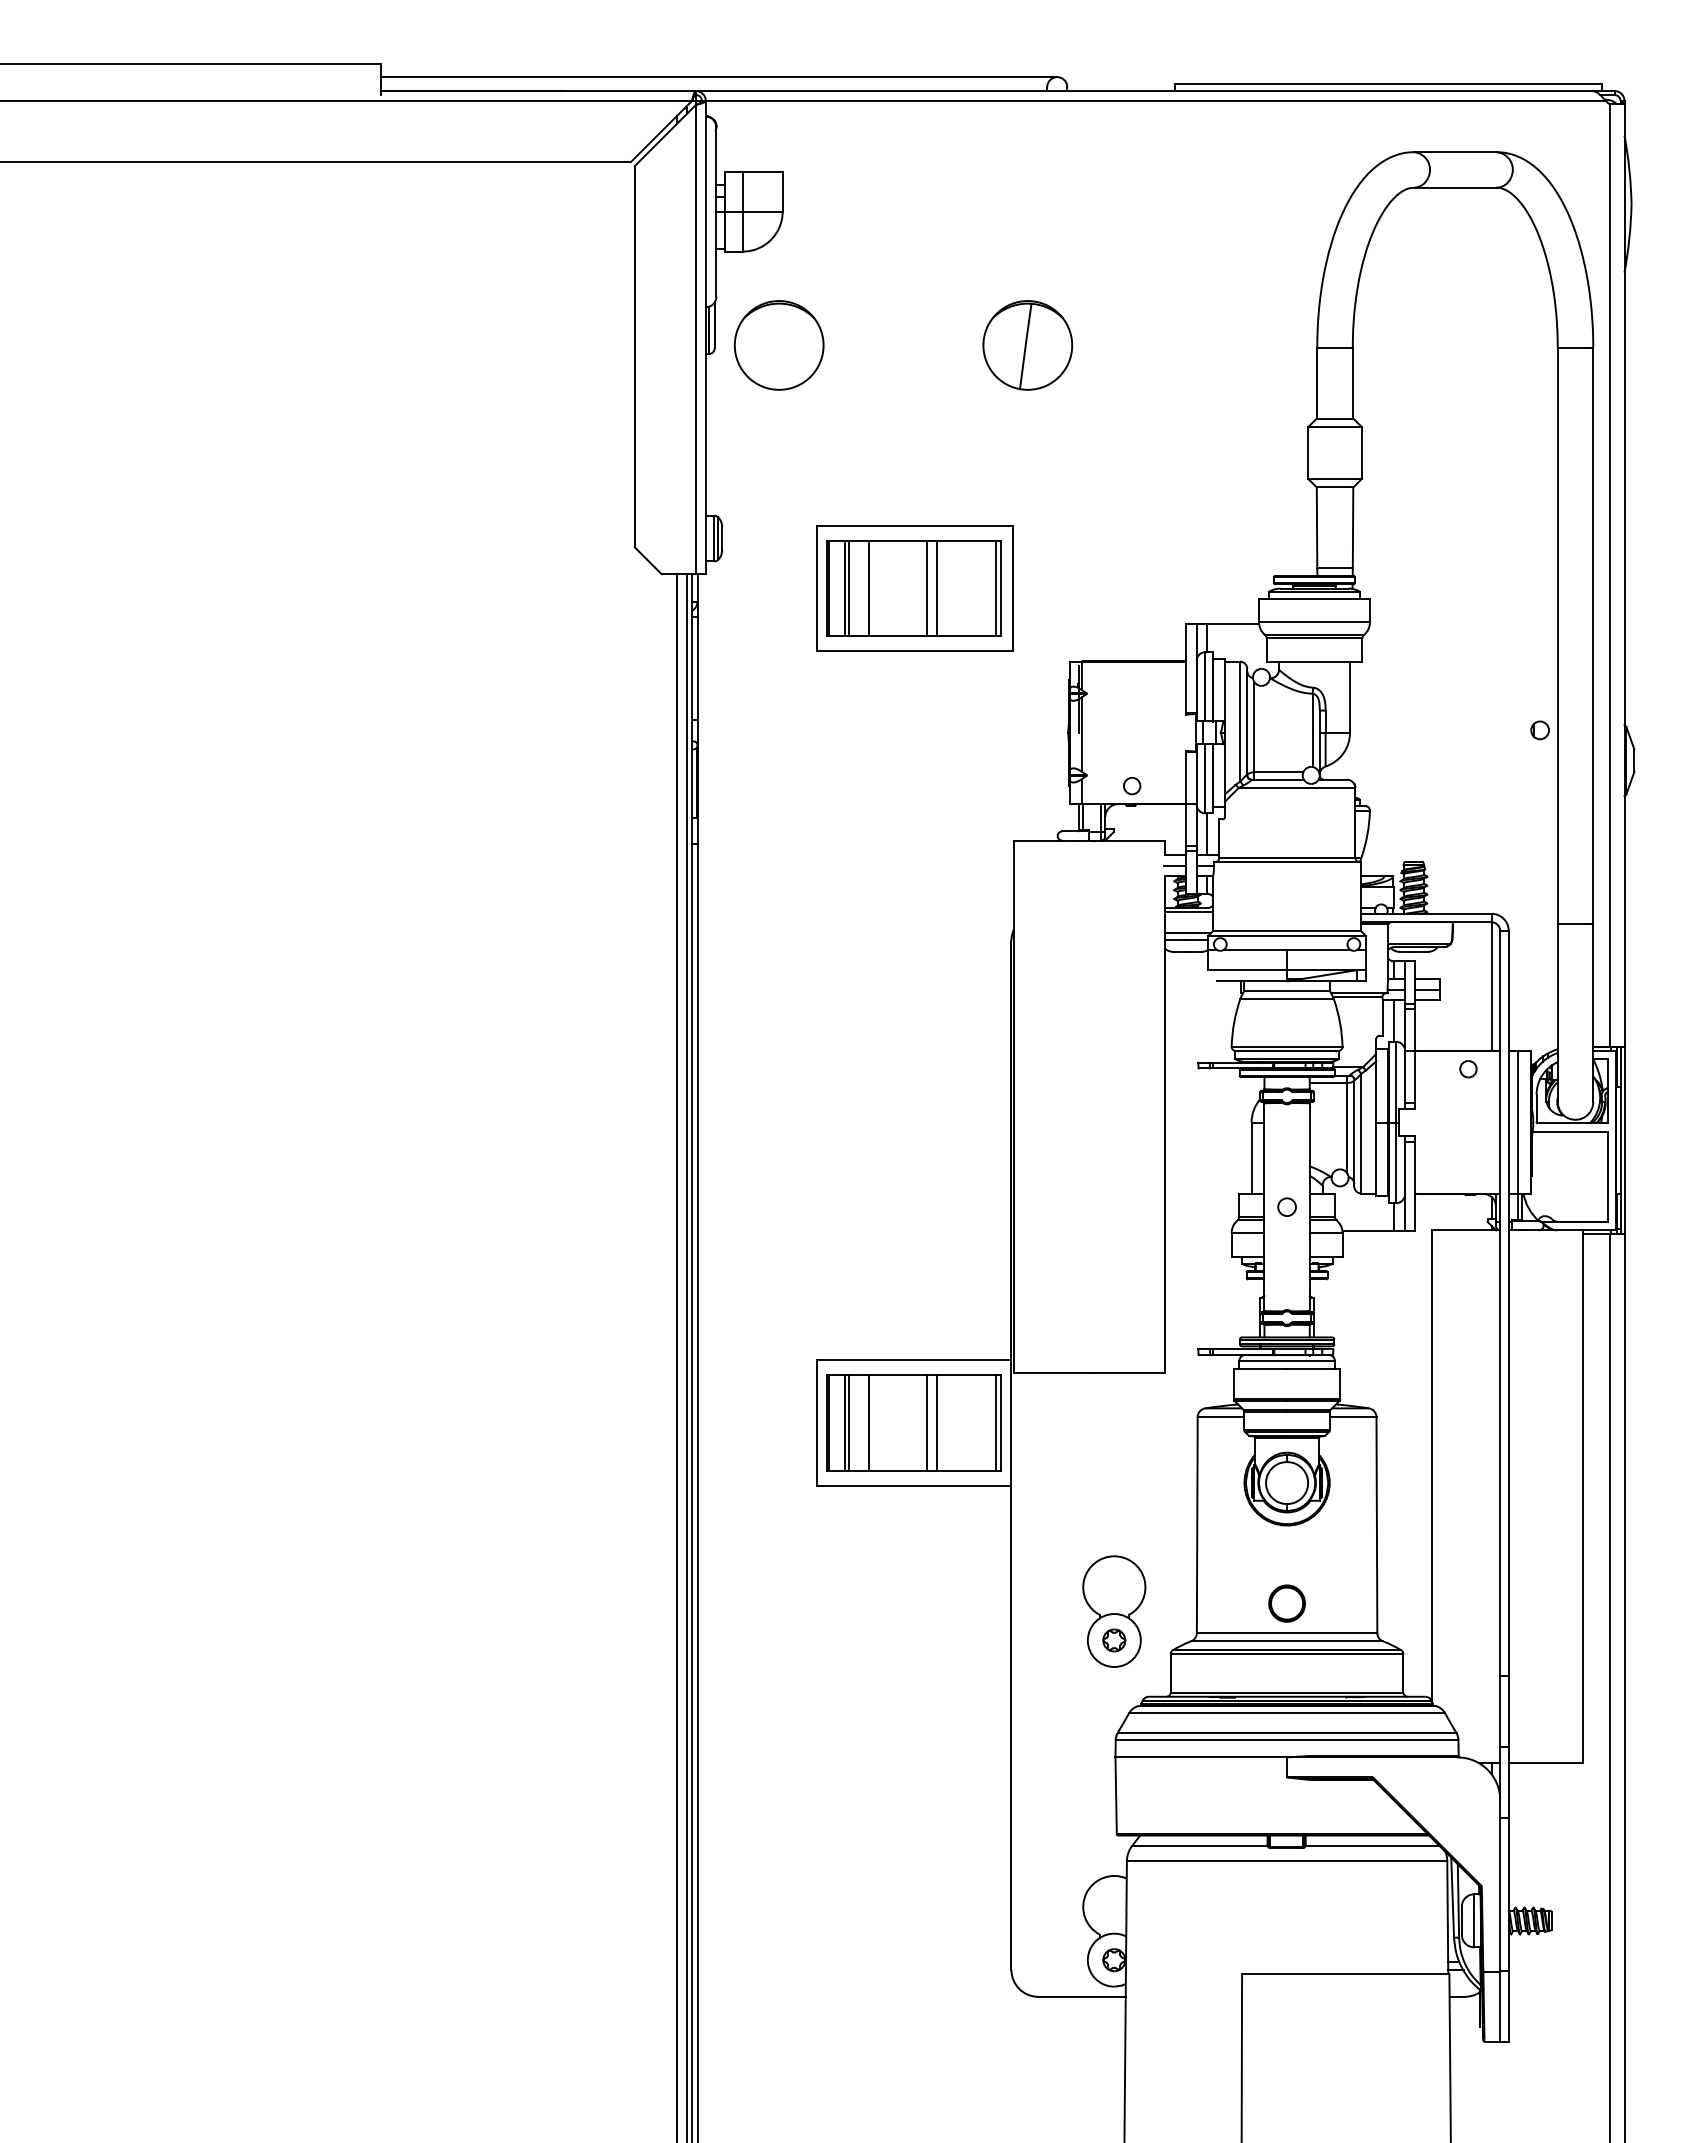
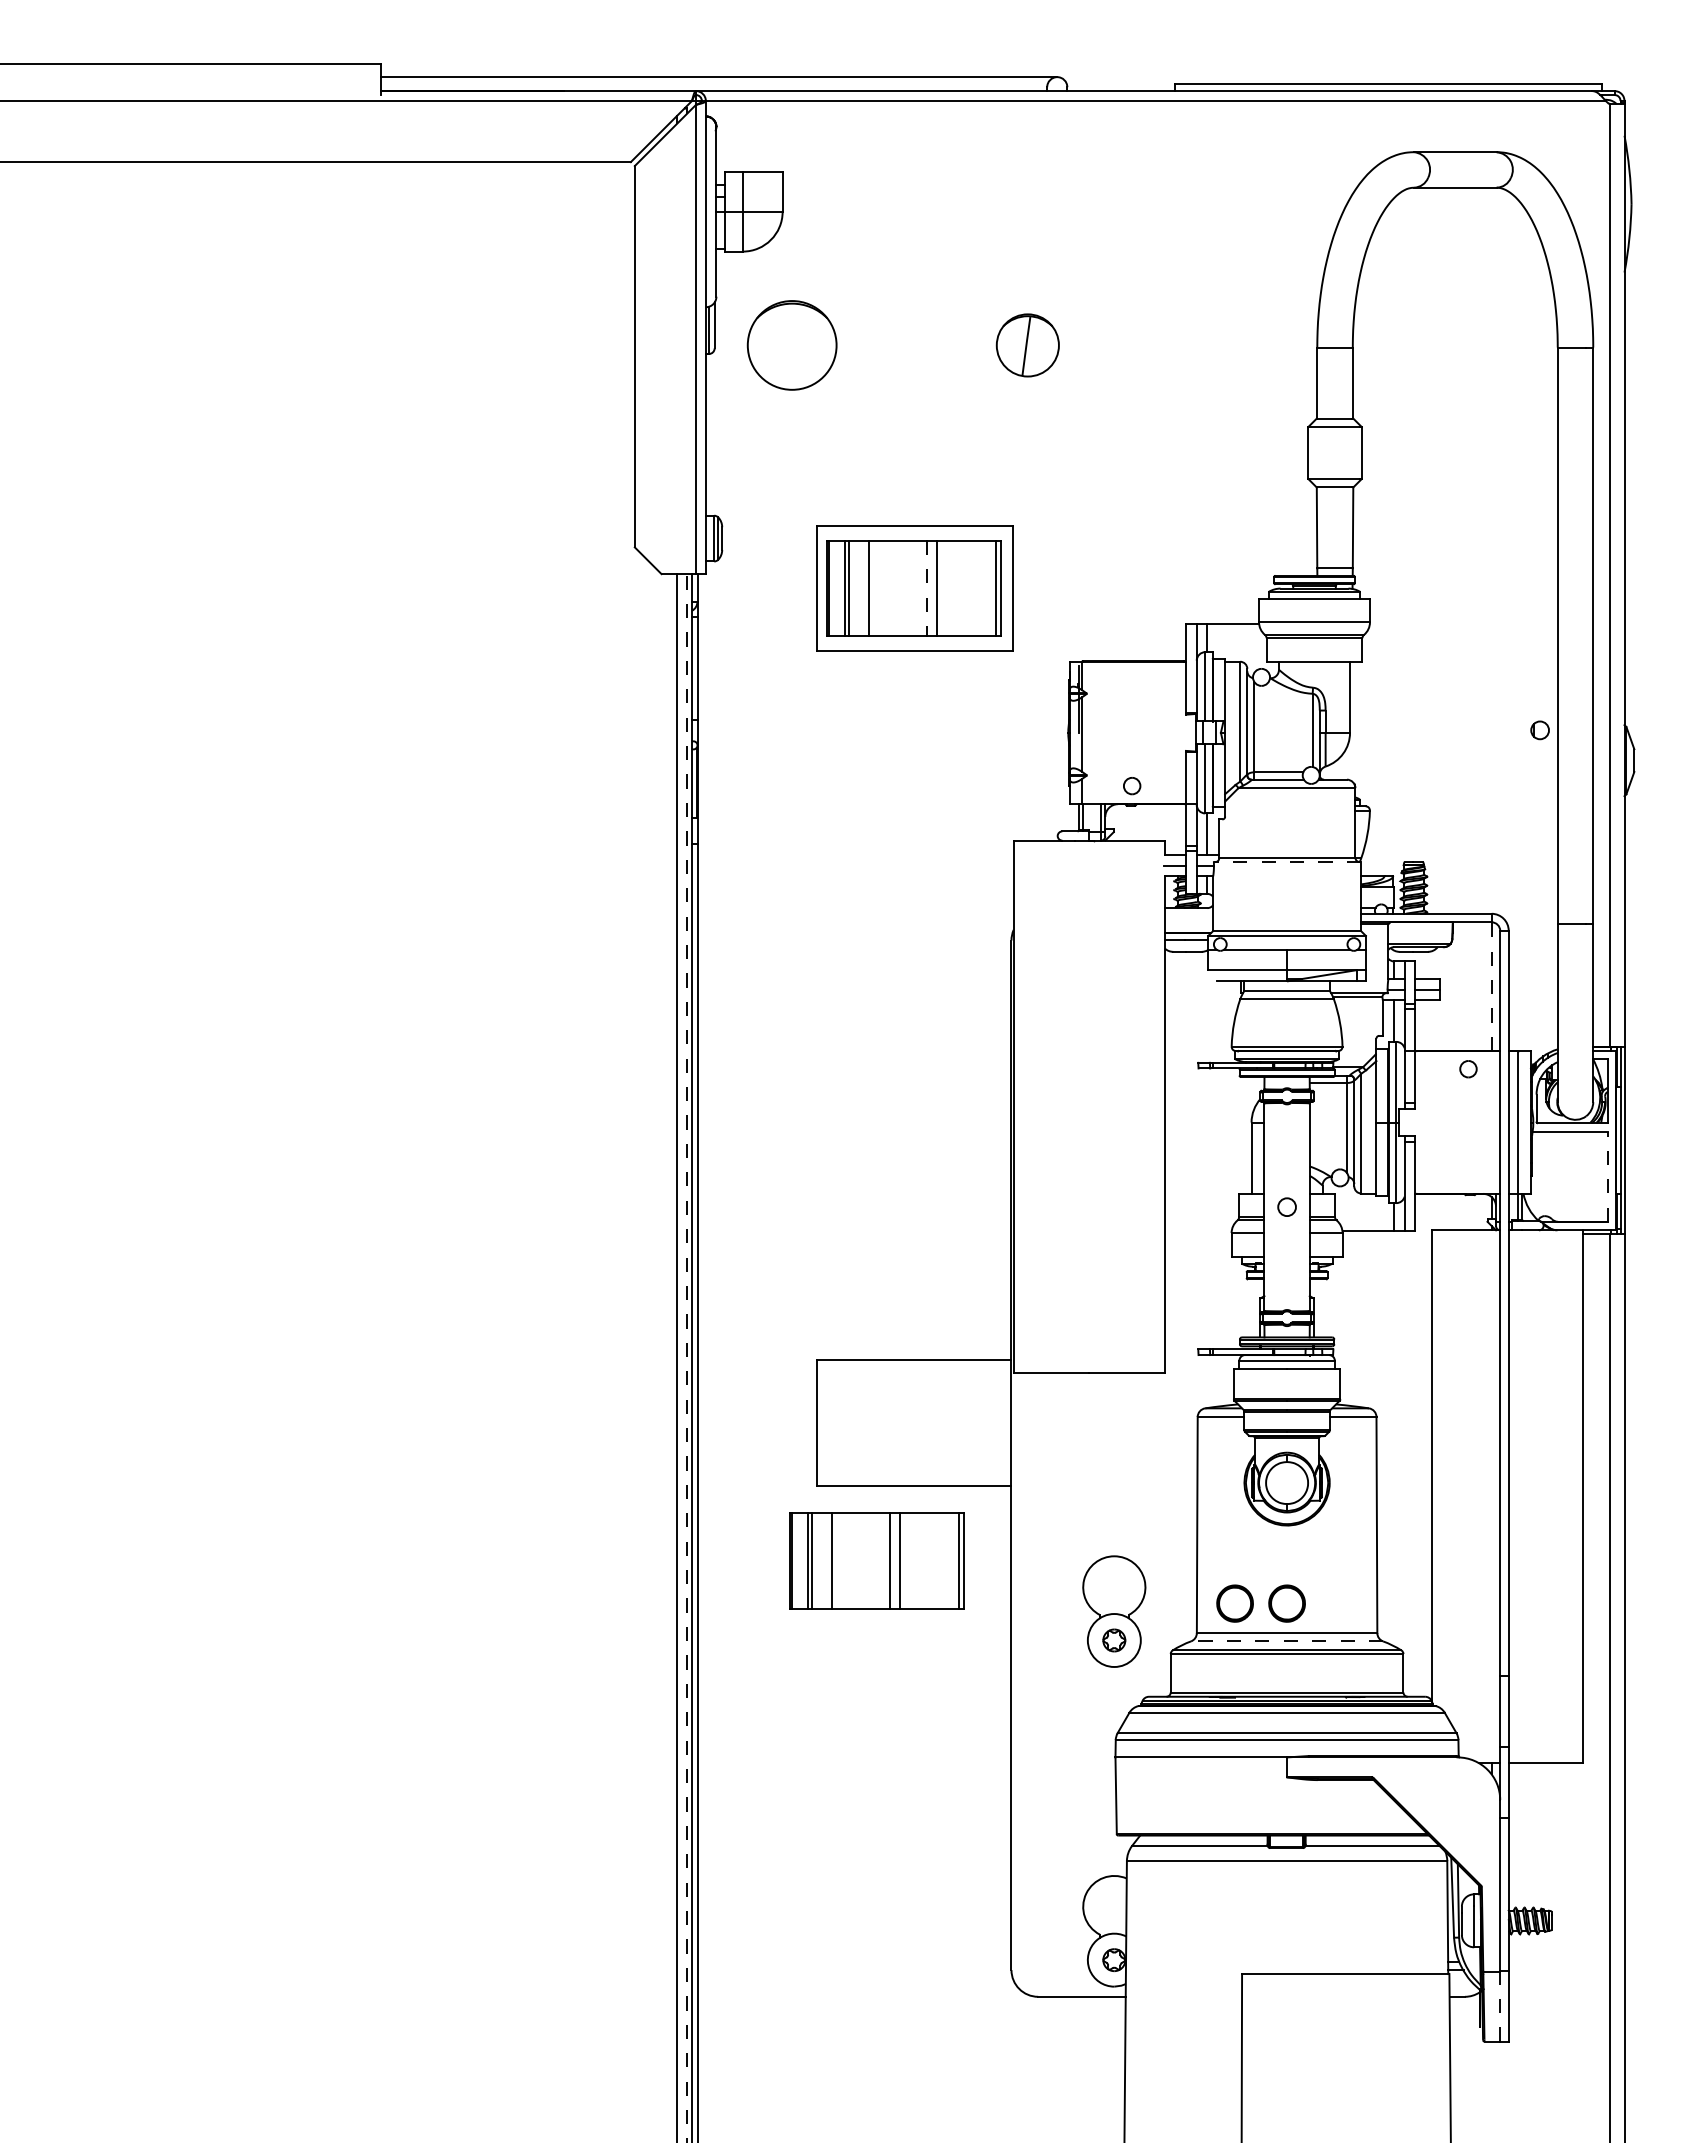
part at (778, 345) position: (778, 345) -> (791, 345)
part at (1027, 345) size: 92x91 px -> 65x65 px
line at (927, 588): solid -> dashed
line at (1287, 862): solid -> dashed
line at (1188, 911): present -> none
line at (1491, 986): solid -> dashed
line at (1607, 1176): solid -> dashed
line at (687, 1358): solid -> dashed
part at (913, 1422) position: (913, 1422) -> (876, 1560)
part at (1234, 1603): none -> present
line at (1286, 1641): solid -> dashed
line at (1500, 2006): solid -> dashed
